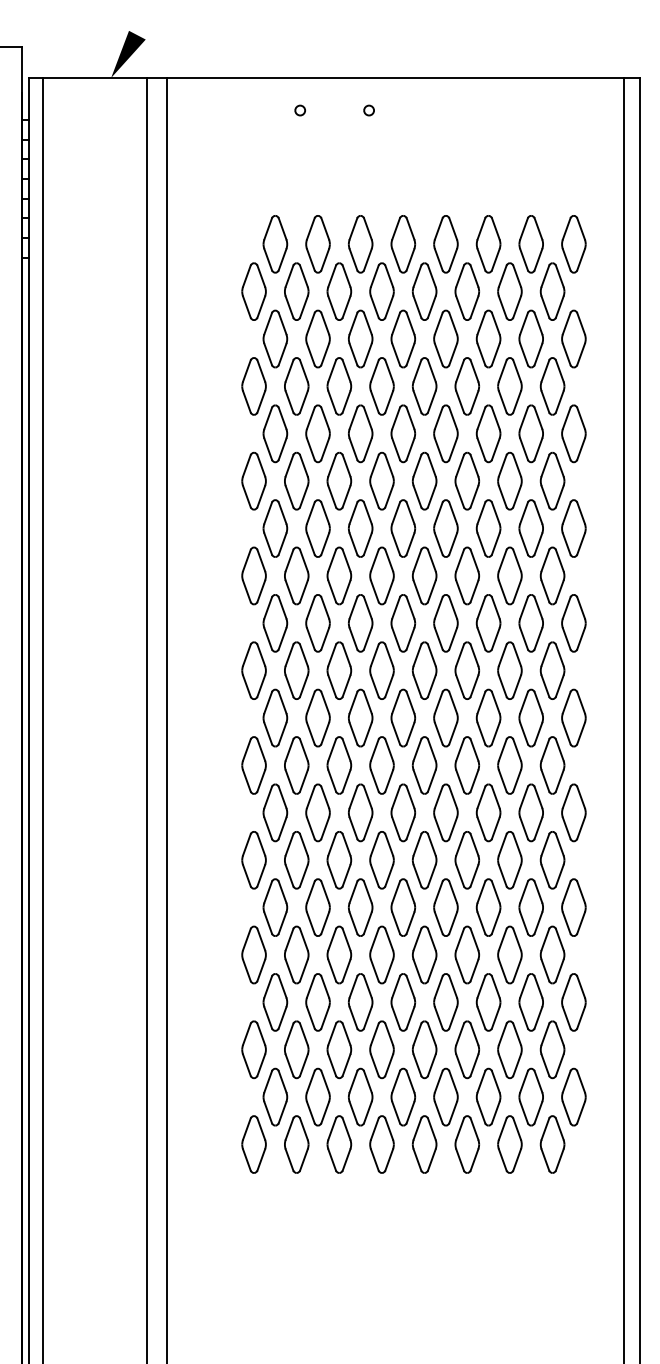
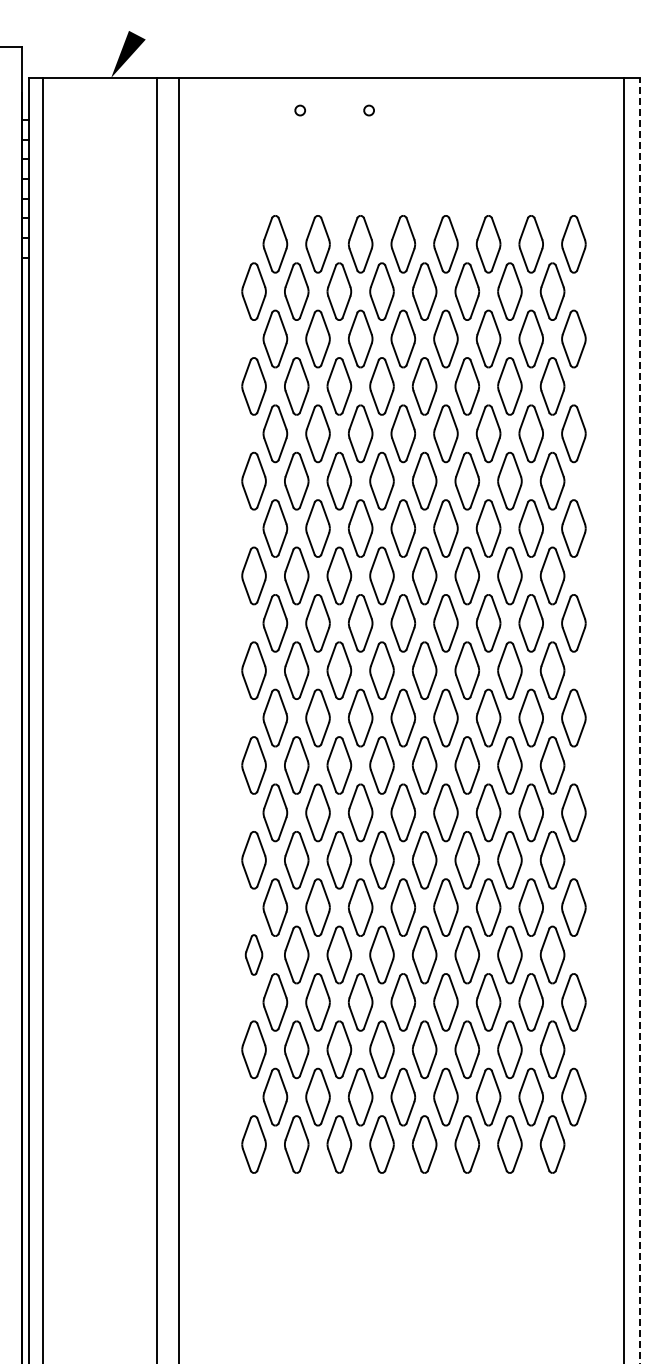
line at (147, 718) position: (147, 718) -> (157, 718)
line at (167, 718) position: (167, 718) -> (179, 718)
line at (640, 720): solid -> dashed
part at (253, 954) size: 26x60 px -> 20x42 px
